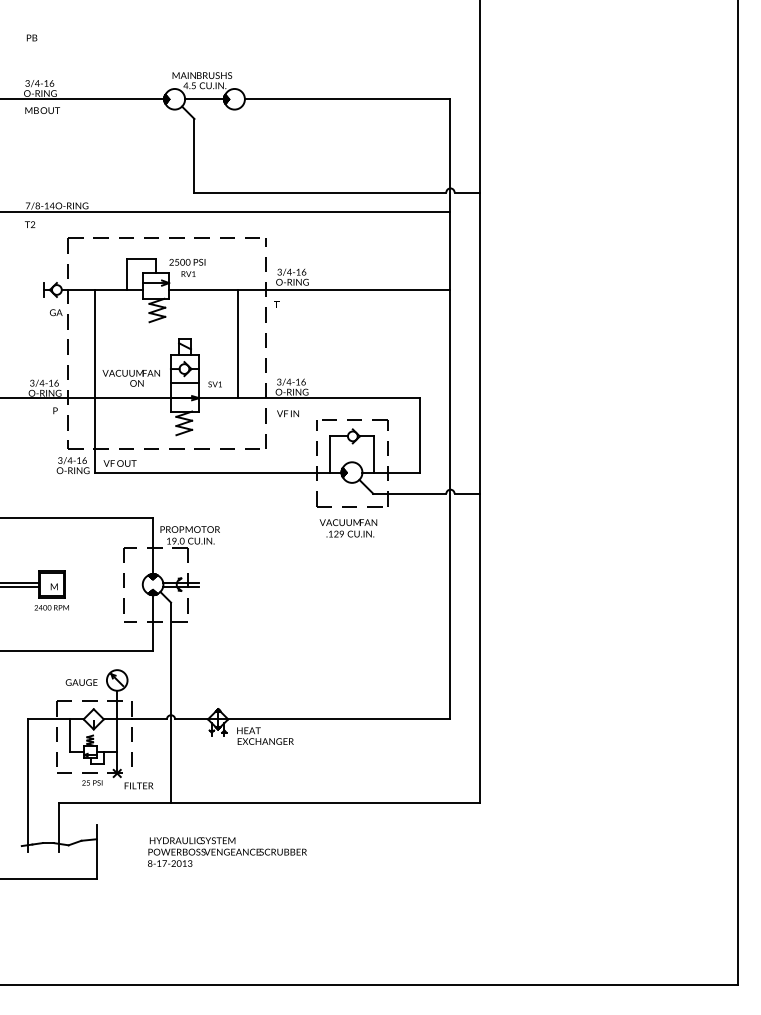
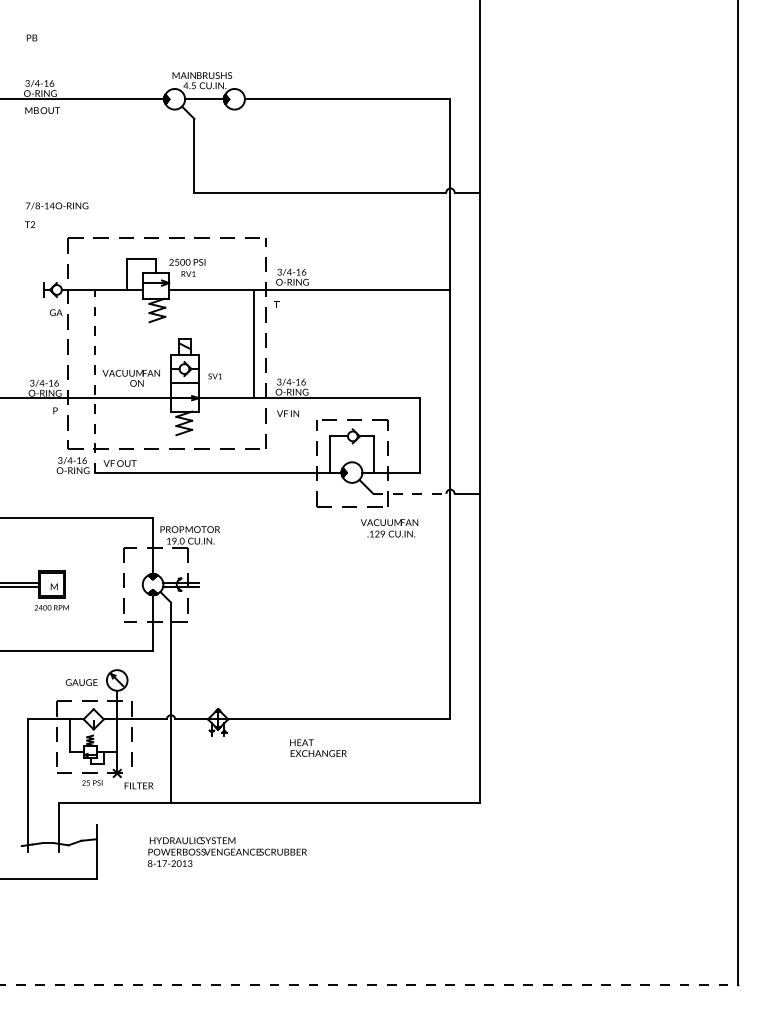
line at (226, 211): present -> none
line at (237, 343) position: (237, 343) -> (253, 343)
line at (95, 380): solid -> dashed
text at (214, 384) position: (214, 384) -> (214, 376)
line at (410, 493): solid -> dashed
text at (348, 528) position: (348, 528) -> (389, 528)
text at (265, 735) position: (265, 735) -> (318, 747)
line at (369, 984): solid -> dashed
